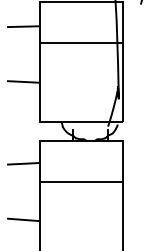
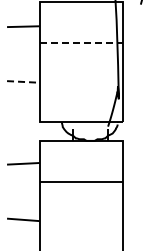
line at (81, 43): solid -> dashed
line at (23, 81): solid -> dashed
